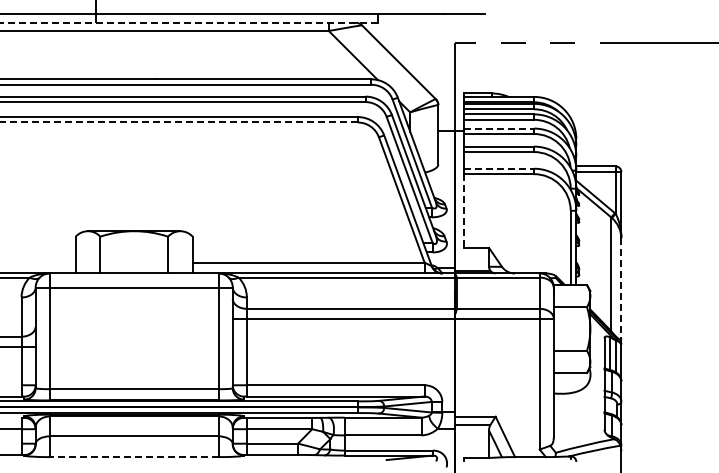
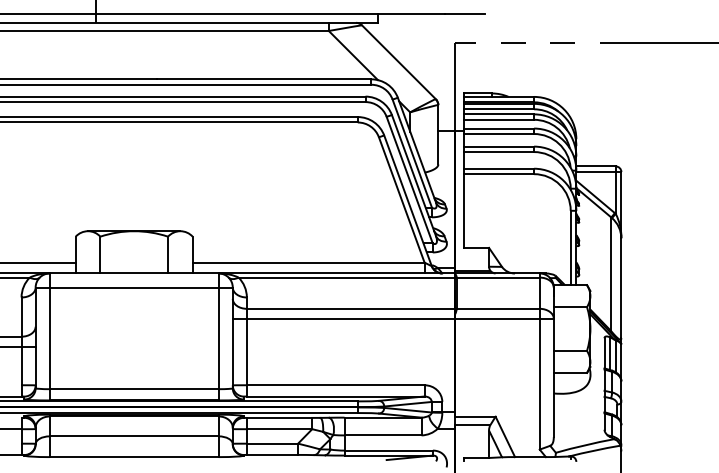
line at (189, 22): dashed -> solid
line at (178, 122): dashed -> solid
line at (499, 128): dashed -> solid
line at (499, 168): dashed -> solid
line at (463, 211): dashed -> solid
line at (38, 262): none -> present
line at (621, 288): dashed -> solid
line at (133, 457): dashed -> solid
